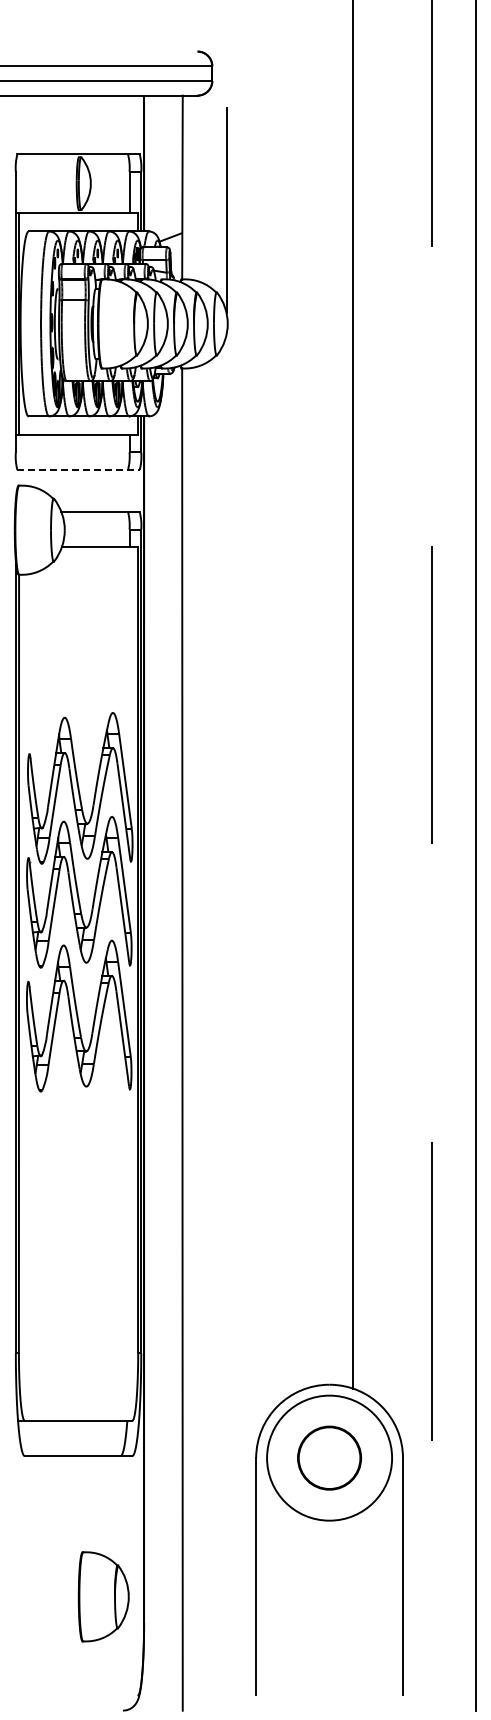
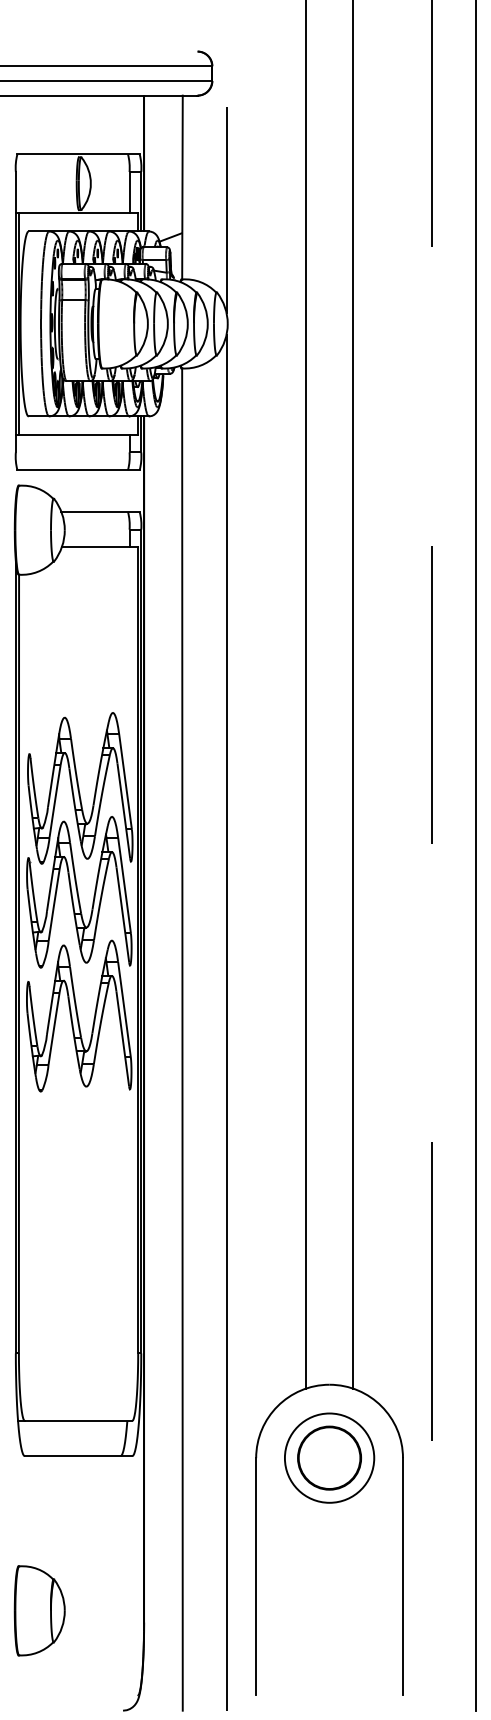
line at (79, 470): dashed -> solid
line at (305, 695): none -> present
line at (226, 1021): none -> present
circle at (329, 1457) diameter: 125 px -> 89 px
part at (103, 1596) position: (103, 1596) -> (39, 1610)
